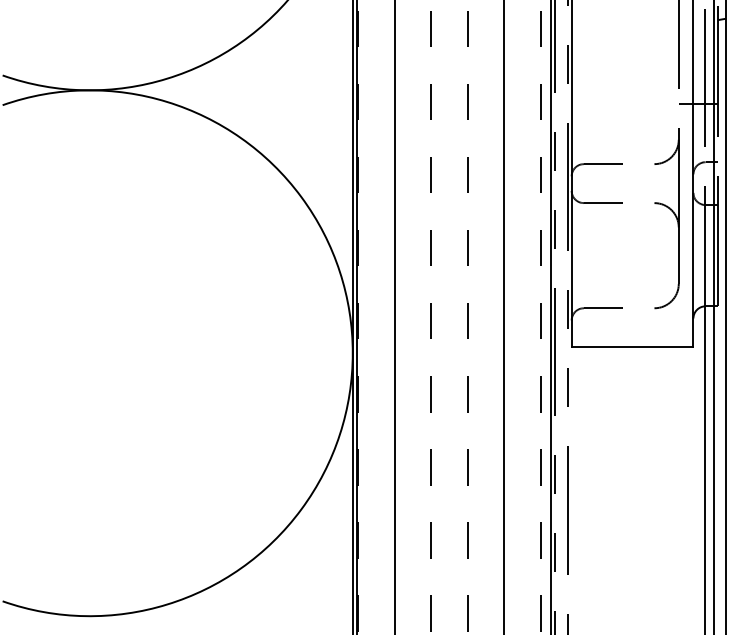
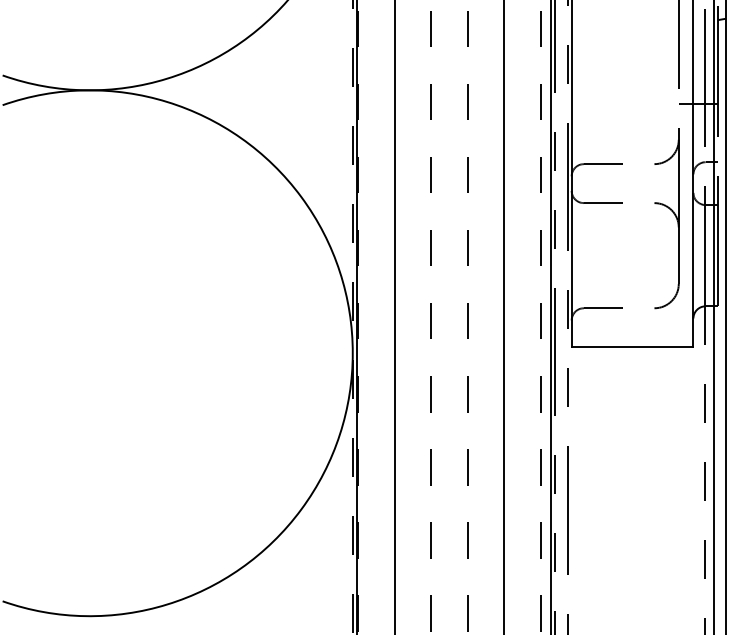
line at (352, 317): solid -> dashed
line at (705, 470): solid -> dashed
